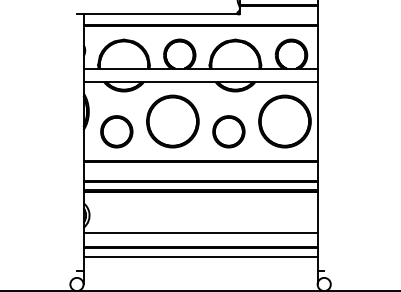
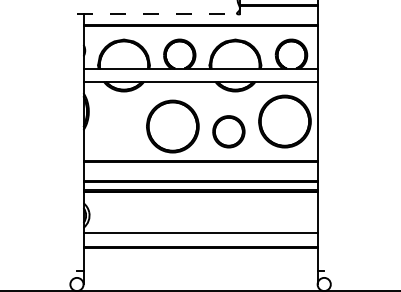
line at (158, 14): solid -> dashed
part at (172, 121) position: (172, 121) -> (172, 126)
part at (116, 131): present -> none
line at (200, 257): present -> none
